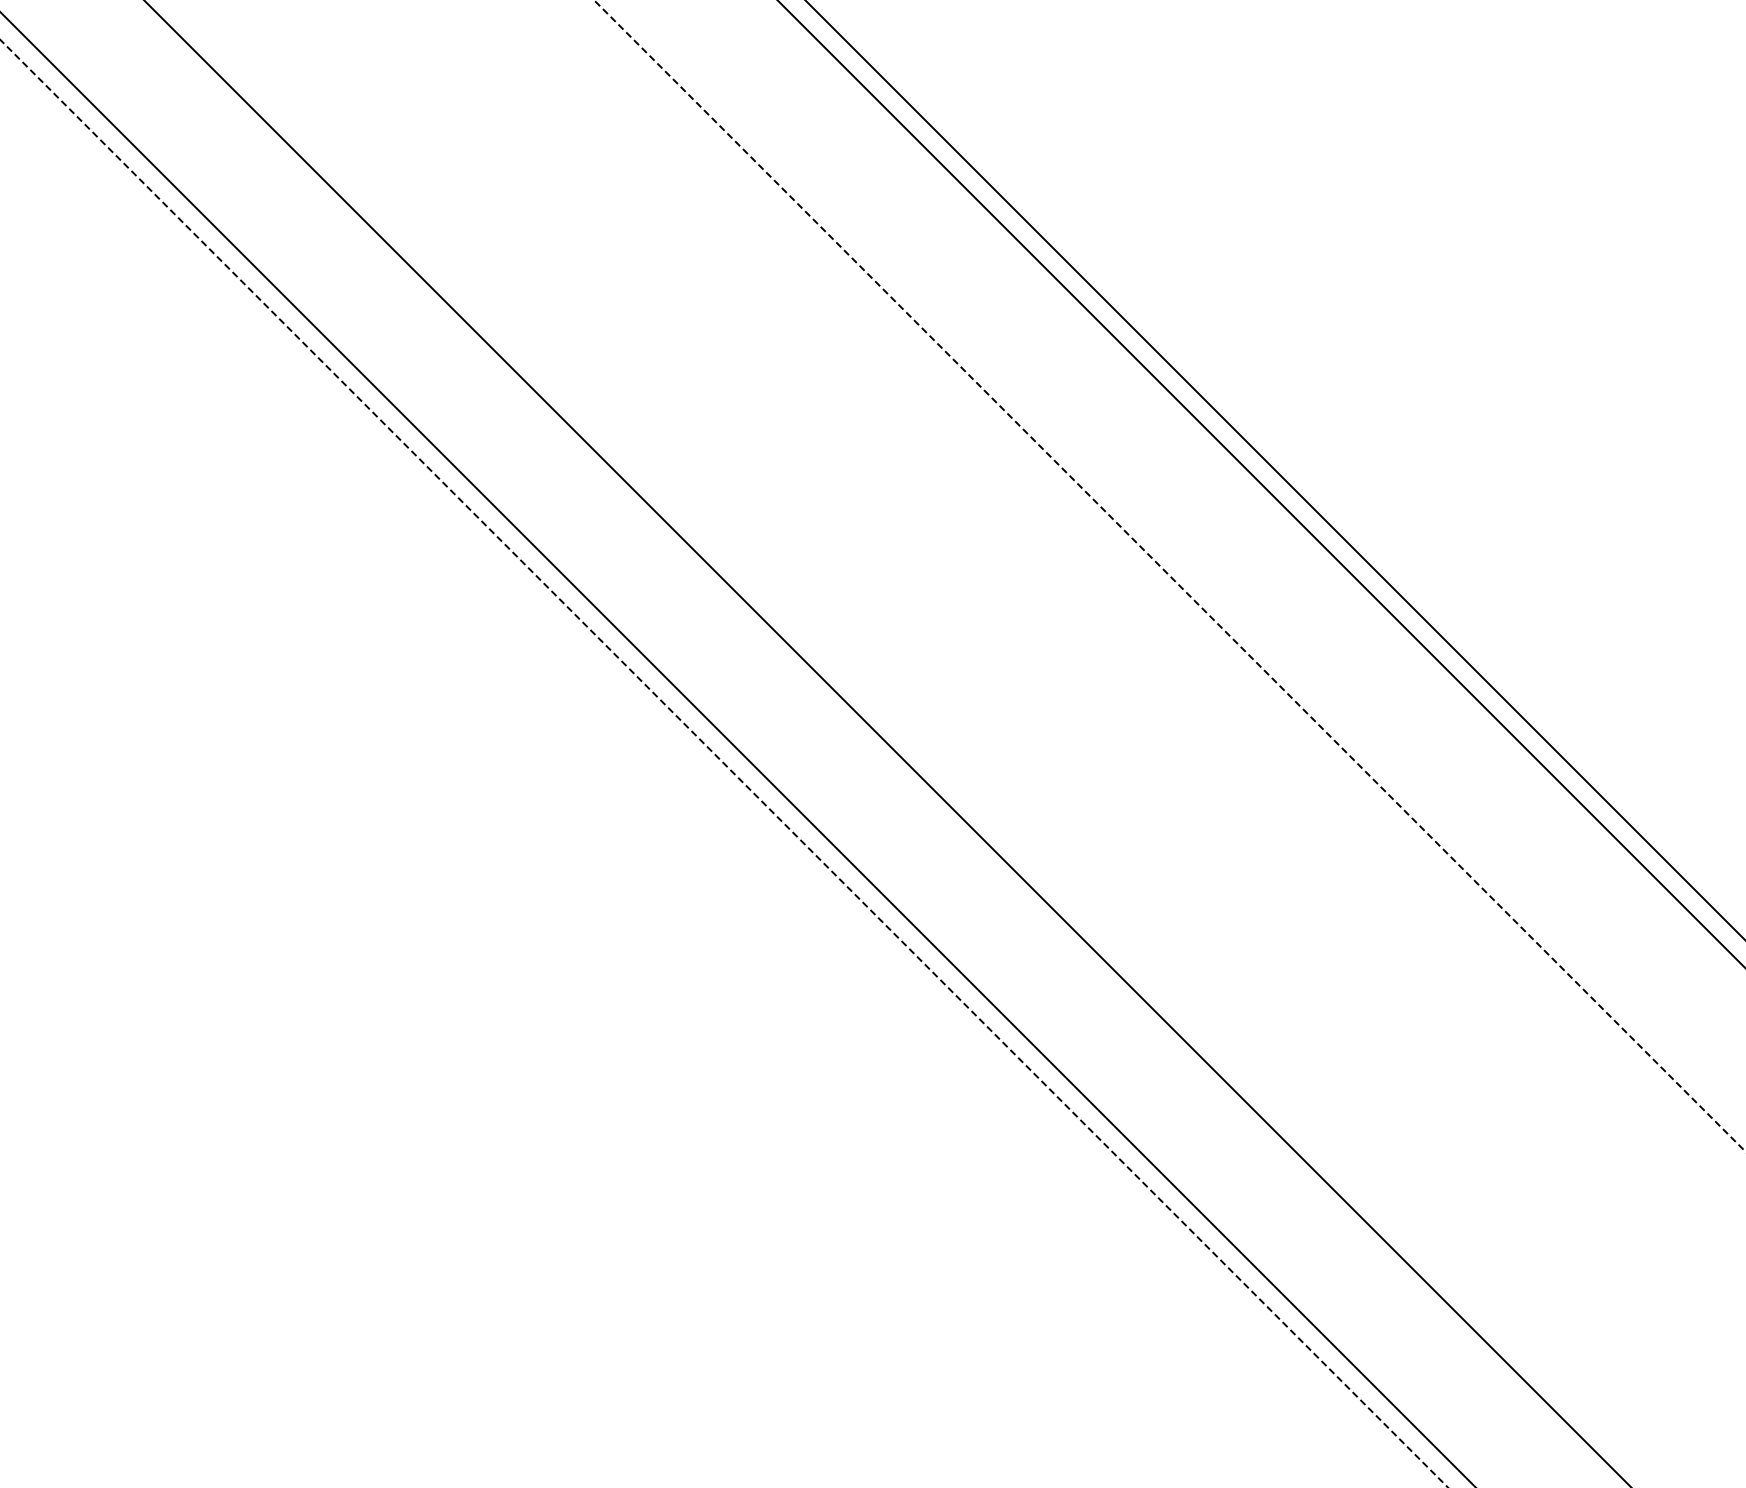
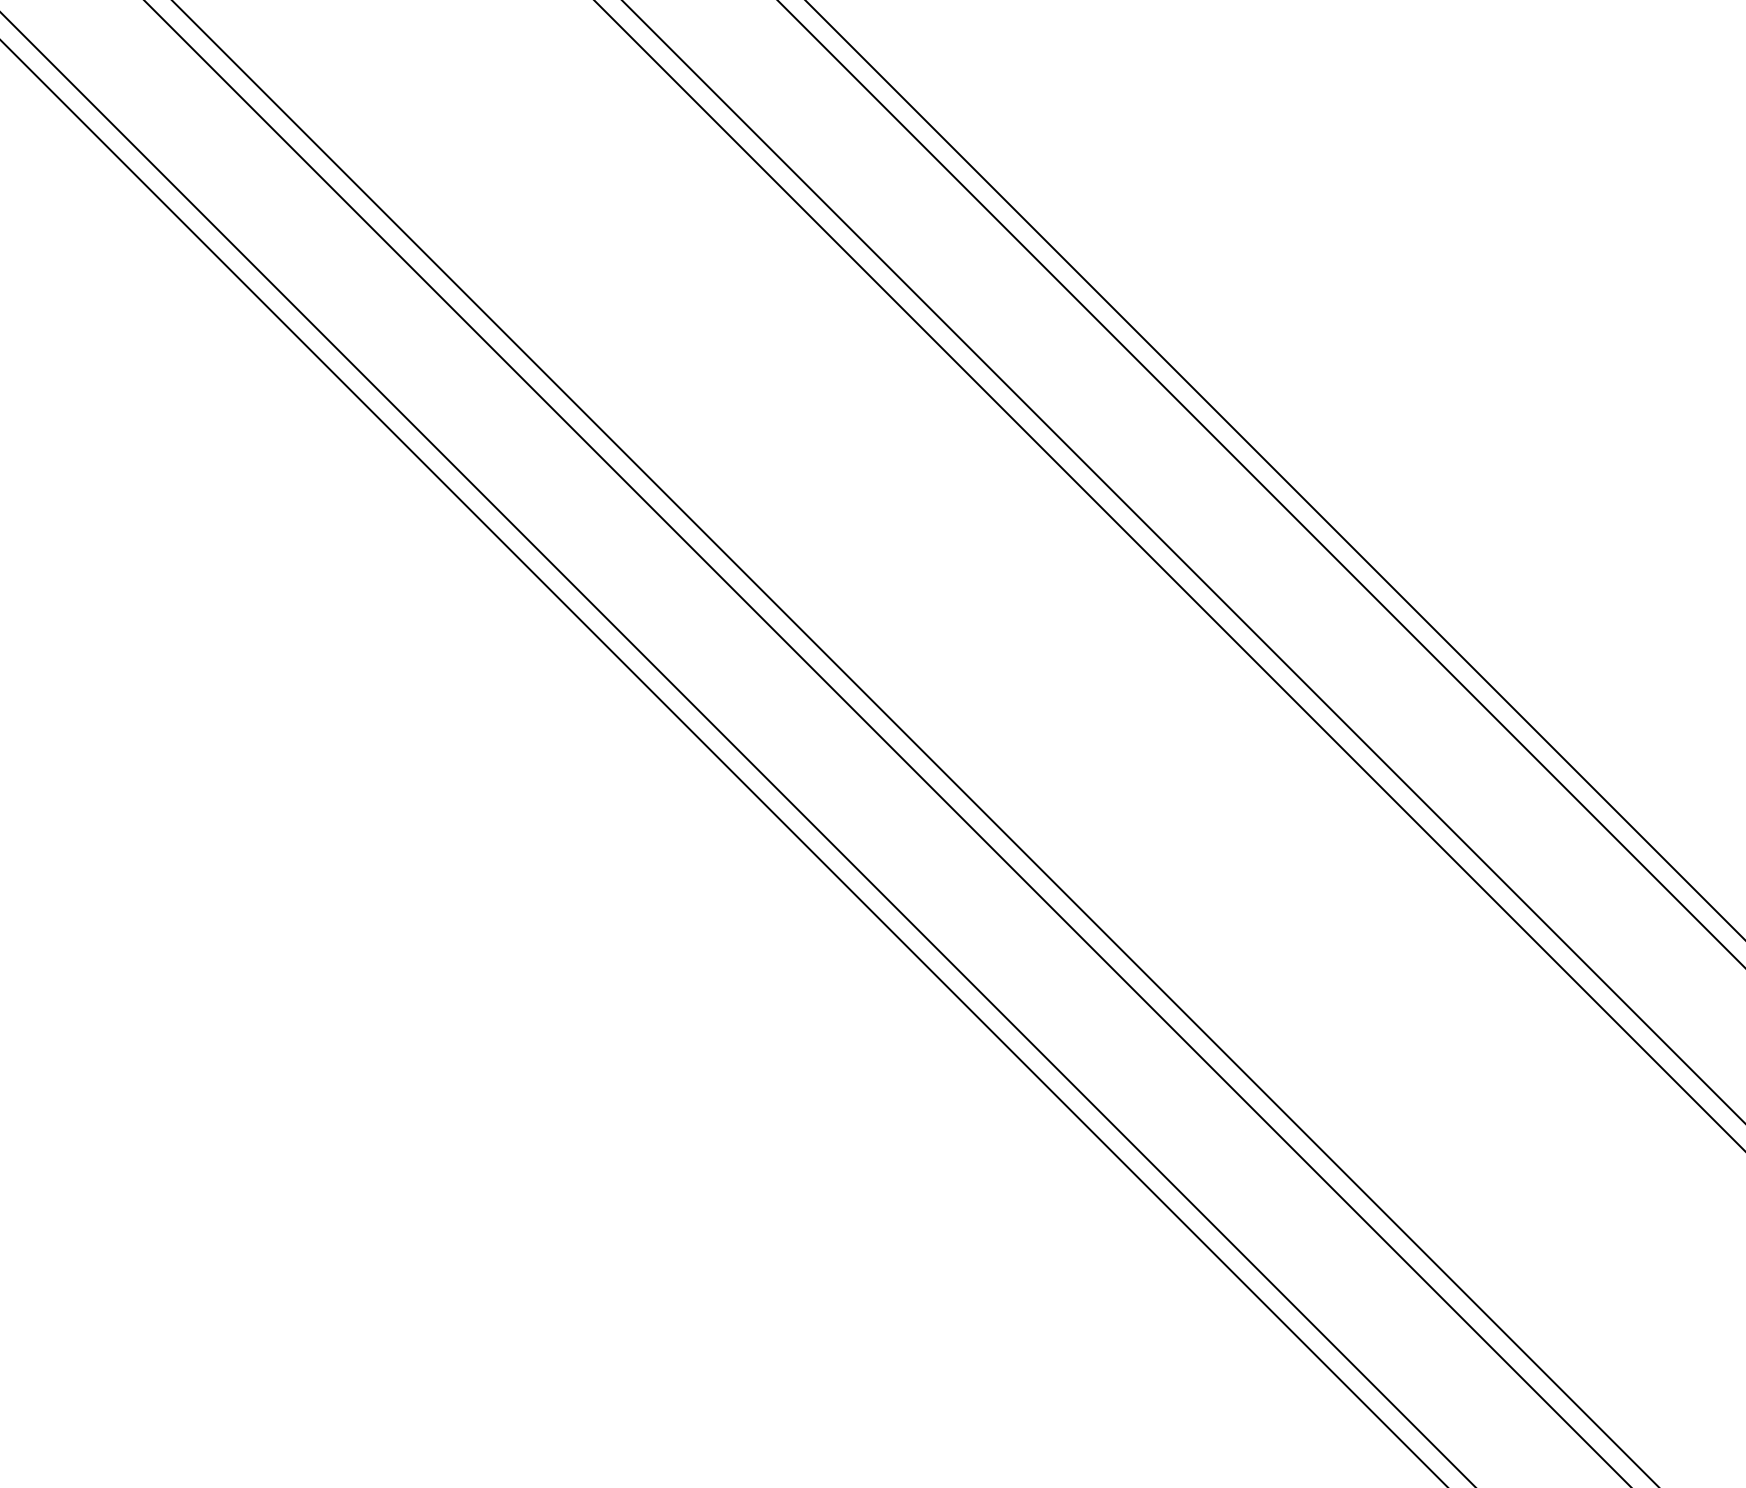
line at (1182, 561): none -> present
line at (1169, 575): dashed -> solid
line at (914, 743): none -> present
line at (724, 763): dashed -> solid
